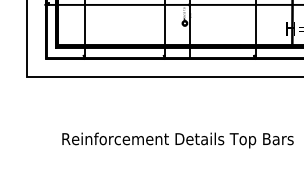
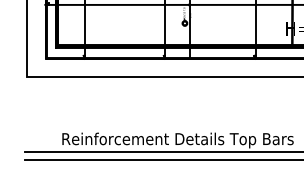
line at (162, 151): none -> present
line at (162, 159): none -> present
